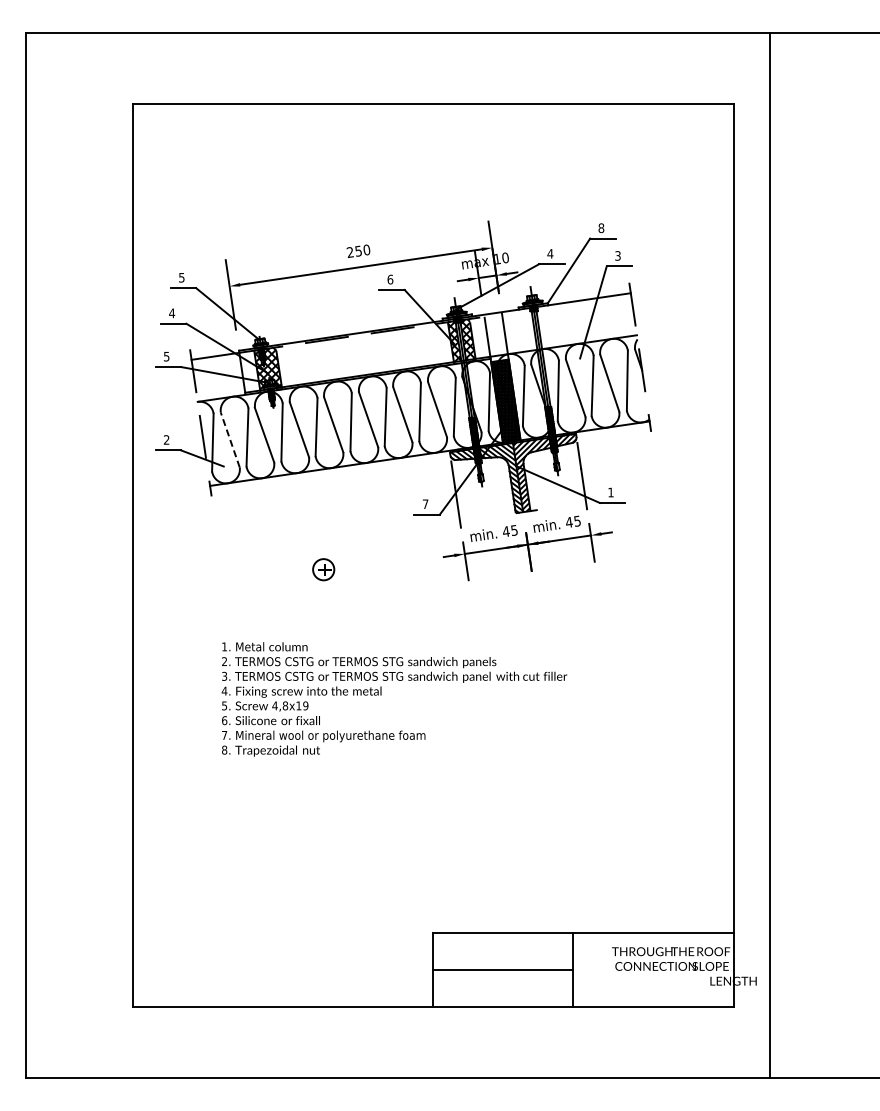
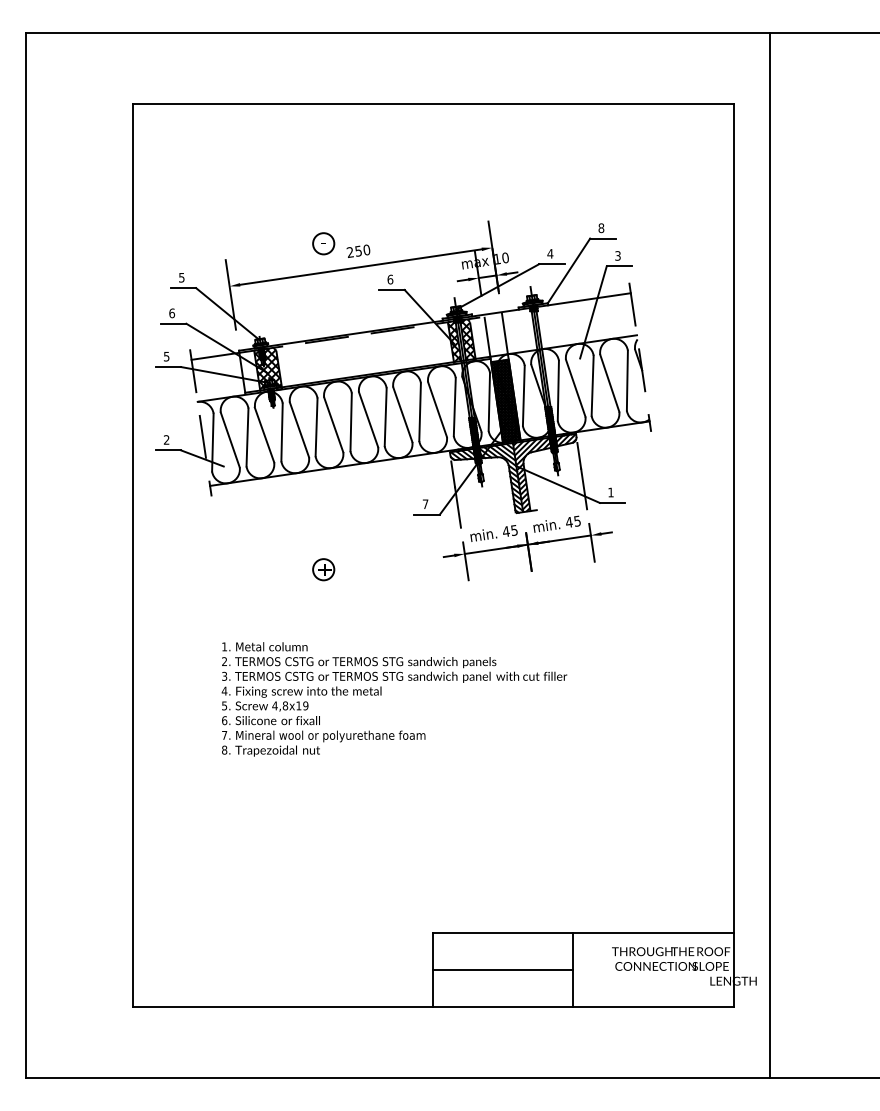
part at (323, 243): none -> present
text at (172, 313): 4 -> 6
line at (230, 439): dashed -> solid
